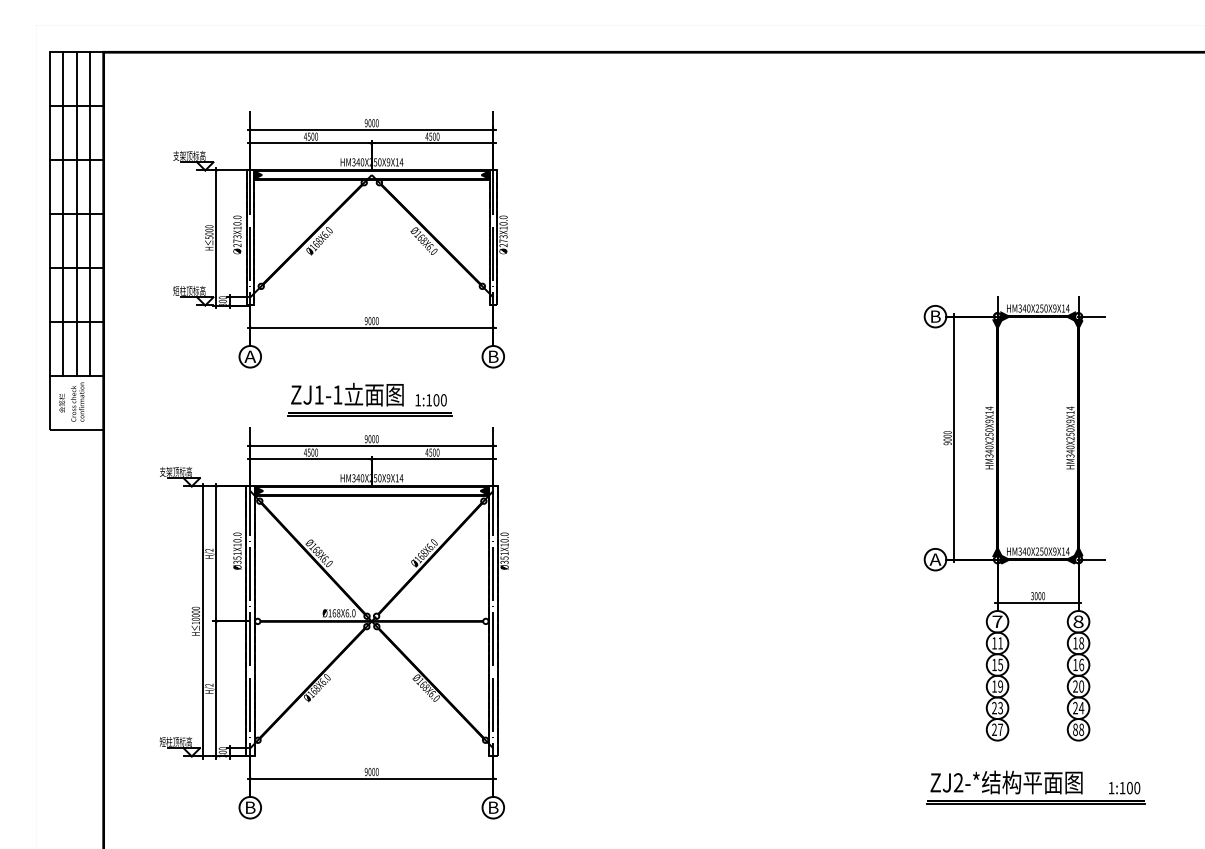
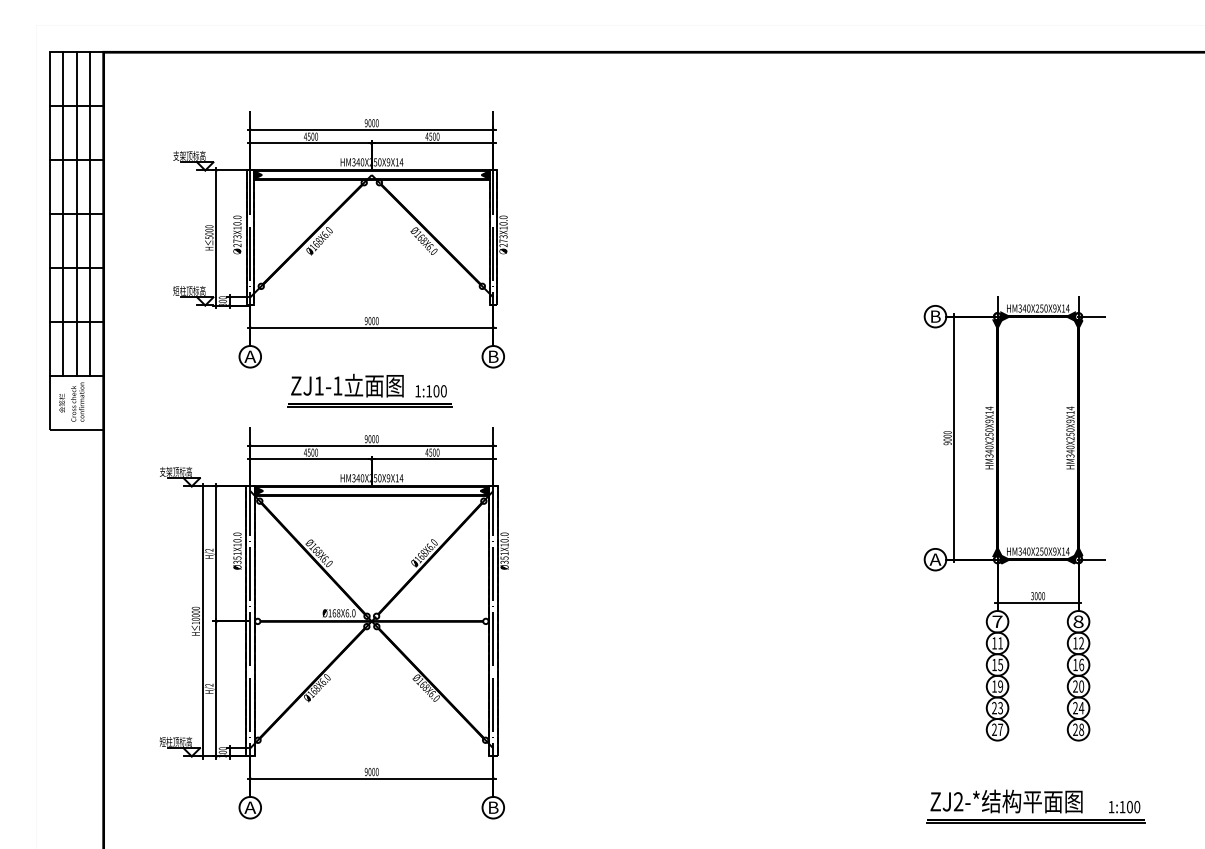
part at (369, 399) position: (369, 399) -> (369, 390)
text at (1081, 643): 18 -> 12
text at (1075, 729): 88 -> 28
part at (1035, 787) position: (1035, 787) -> (1035, 806)
text at (250, 807): B -> A
